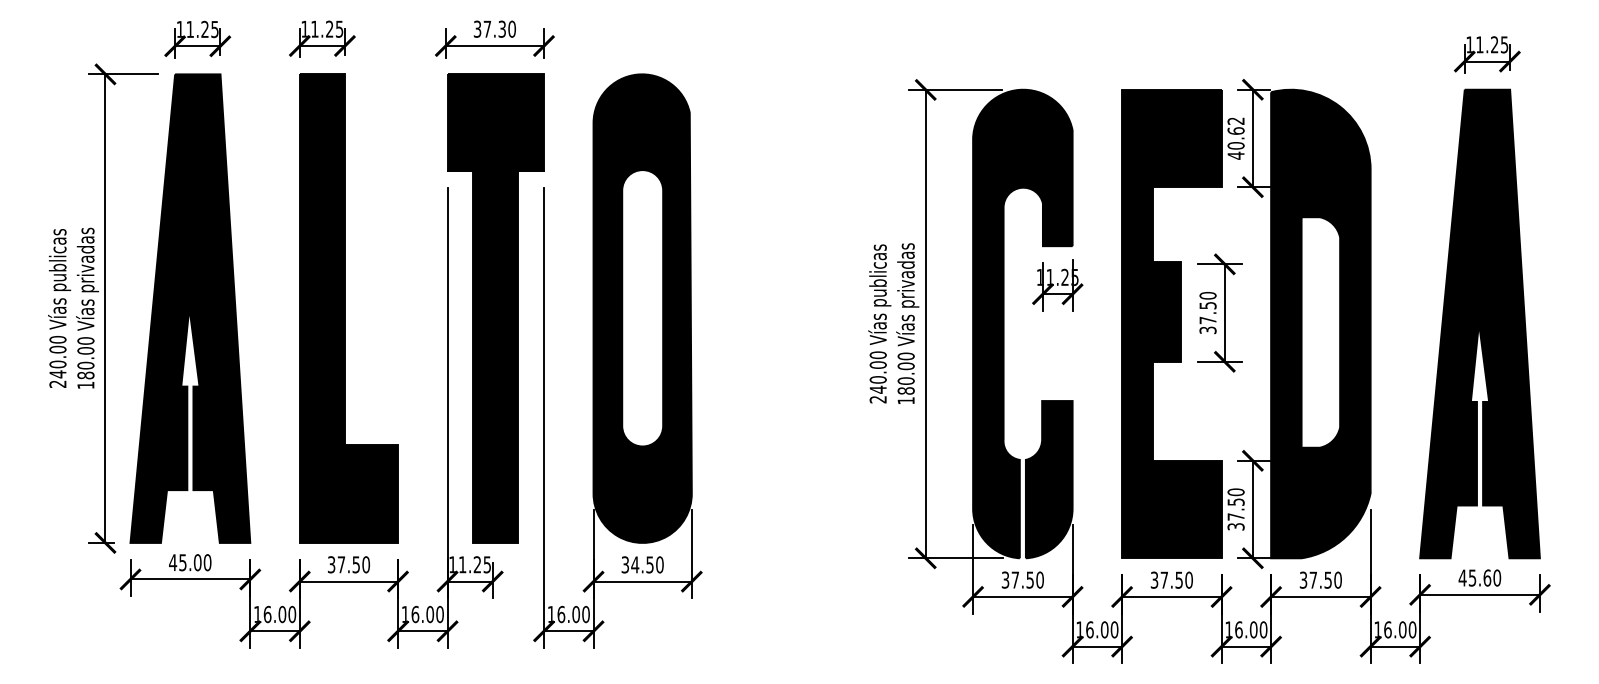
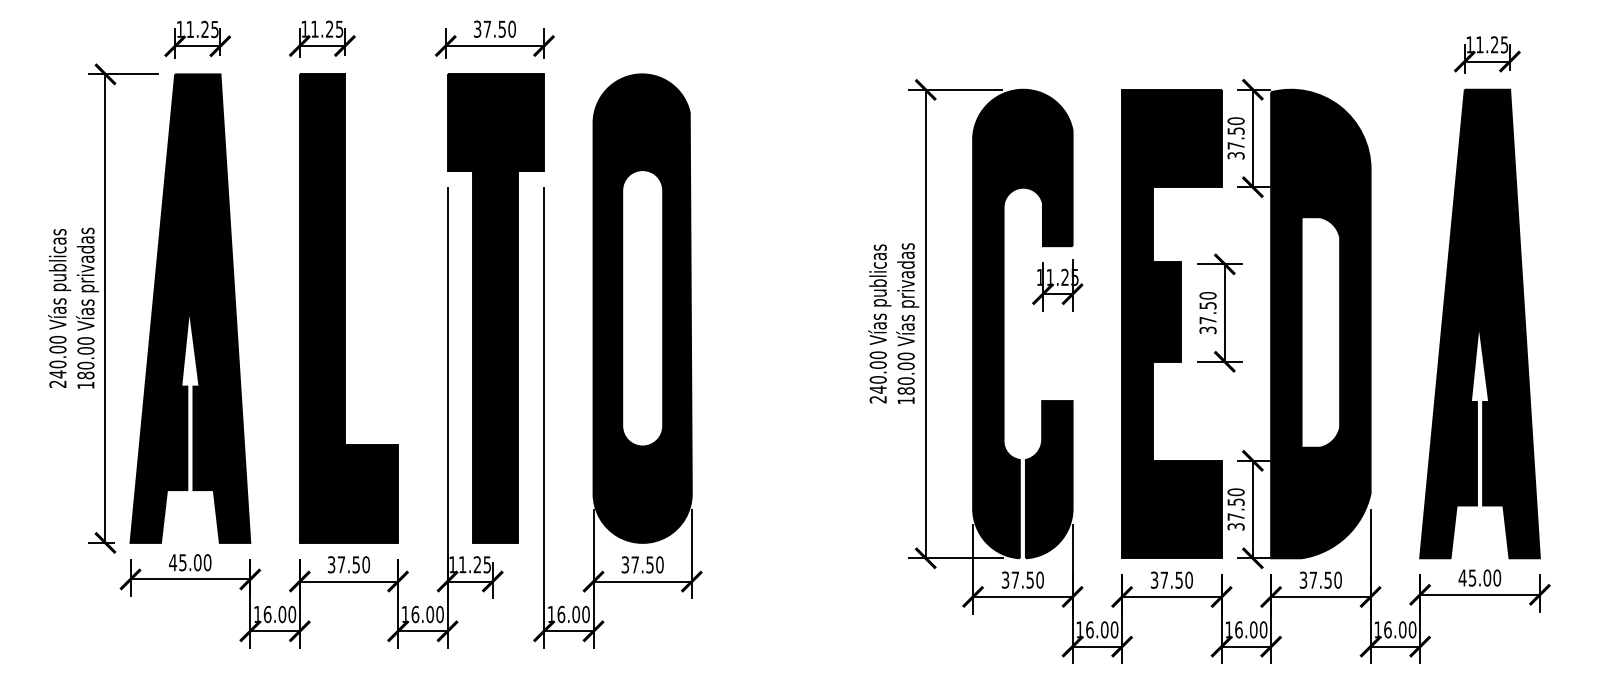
text at (501, 28): 37.30 -> 37.50
text at (1235, 138): 40.62 -> 37.50
text at (635, 564): 34.50 -> 37.50
text at (1487, 577): 45.60 -> 45.00
